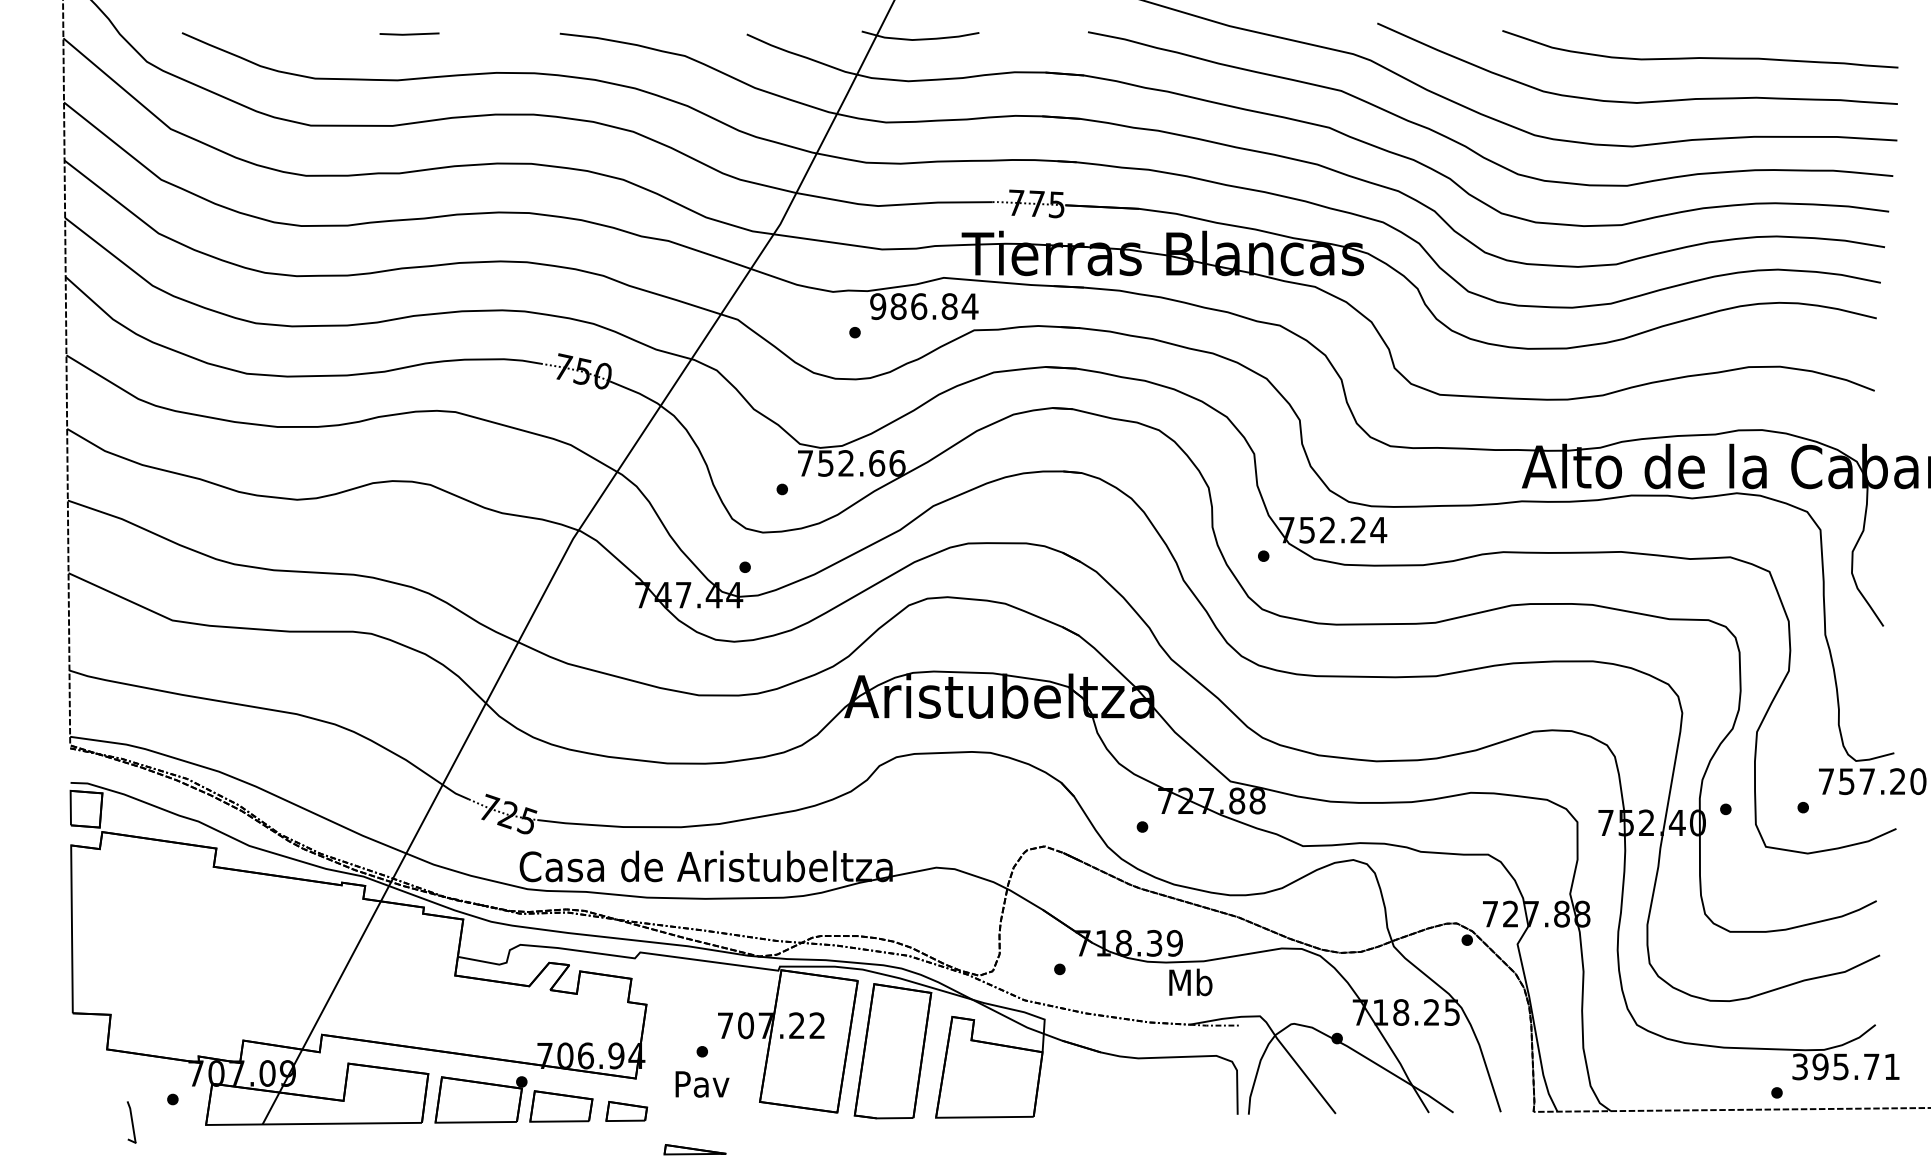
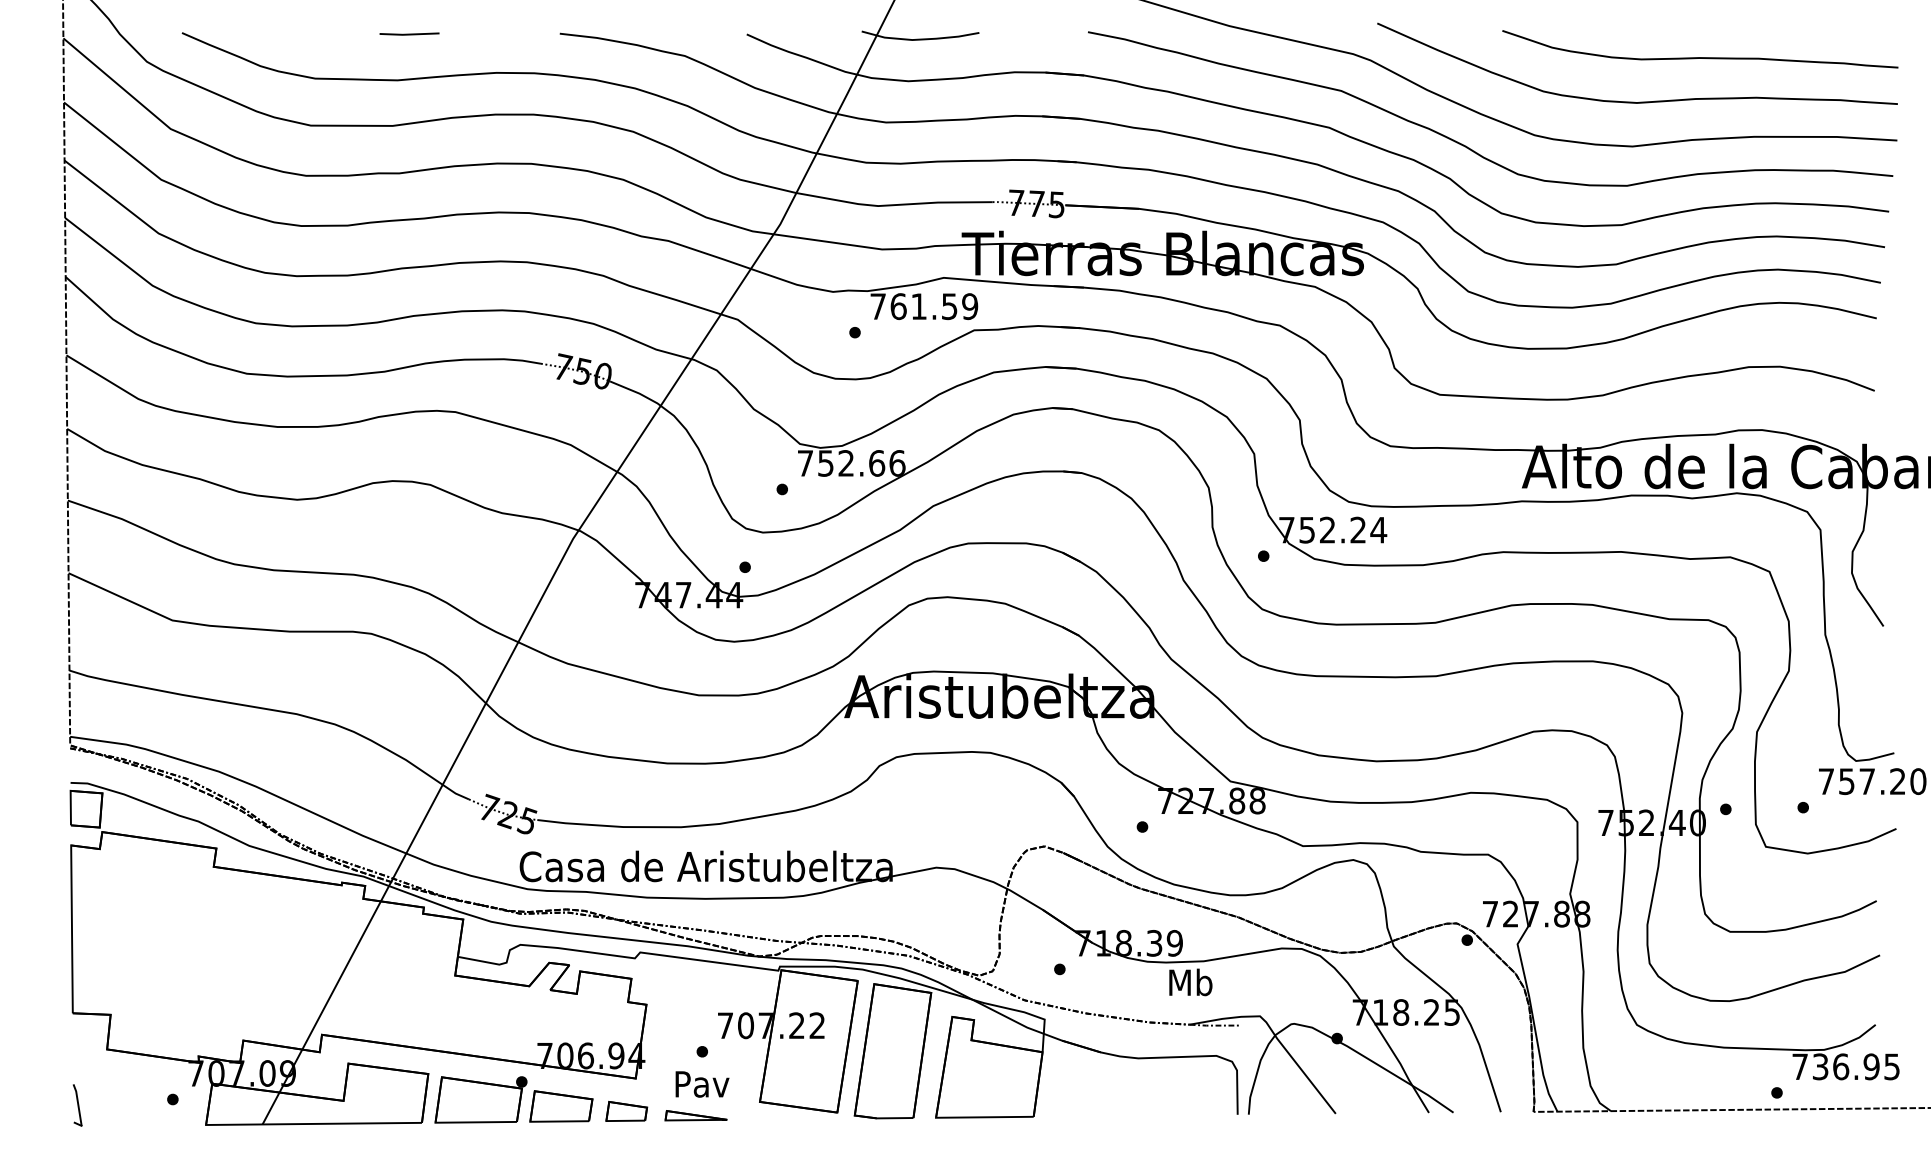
text at (924, 306): 986.84 -> 761.59
text at (1845, 1066): 395.71 -> 736.95
part at (131, 1122) position: (131, 1122) -> (77, 1105)
part at (694, 1149) position: (694, 1149) -> (695, 1115)
